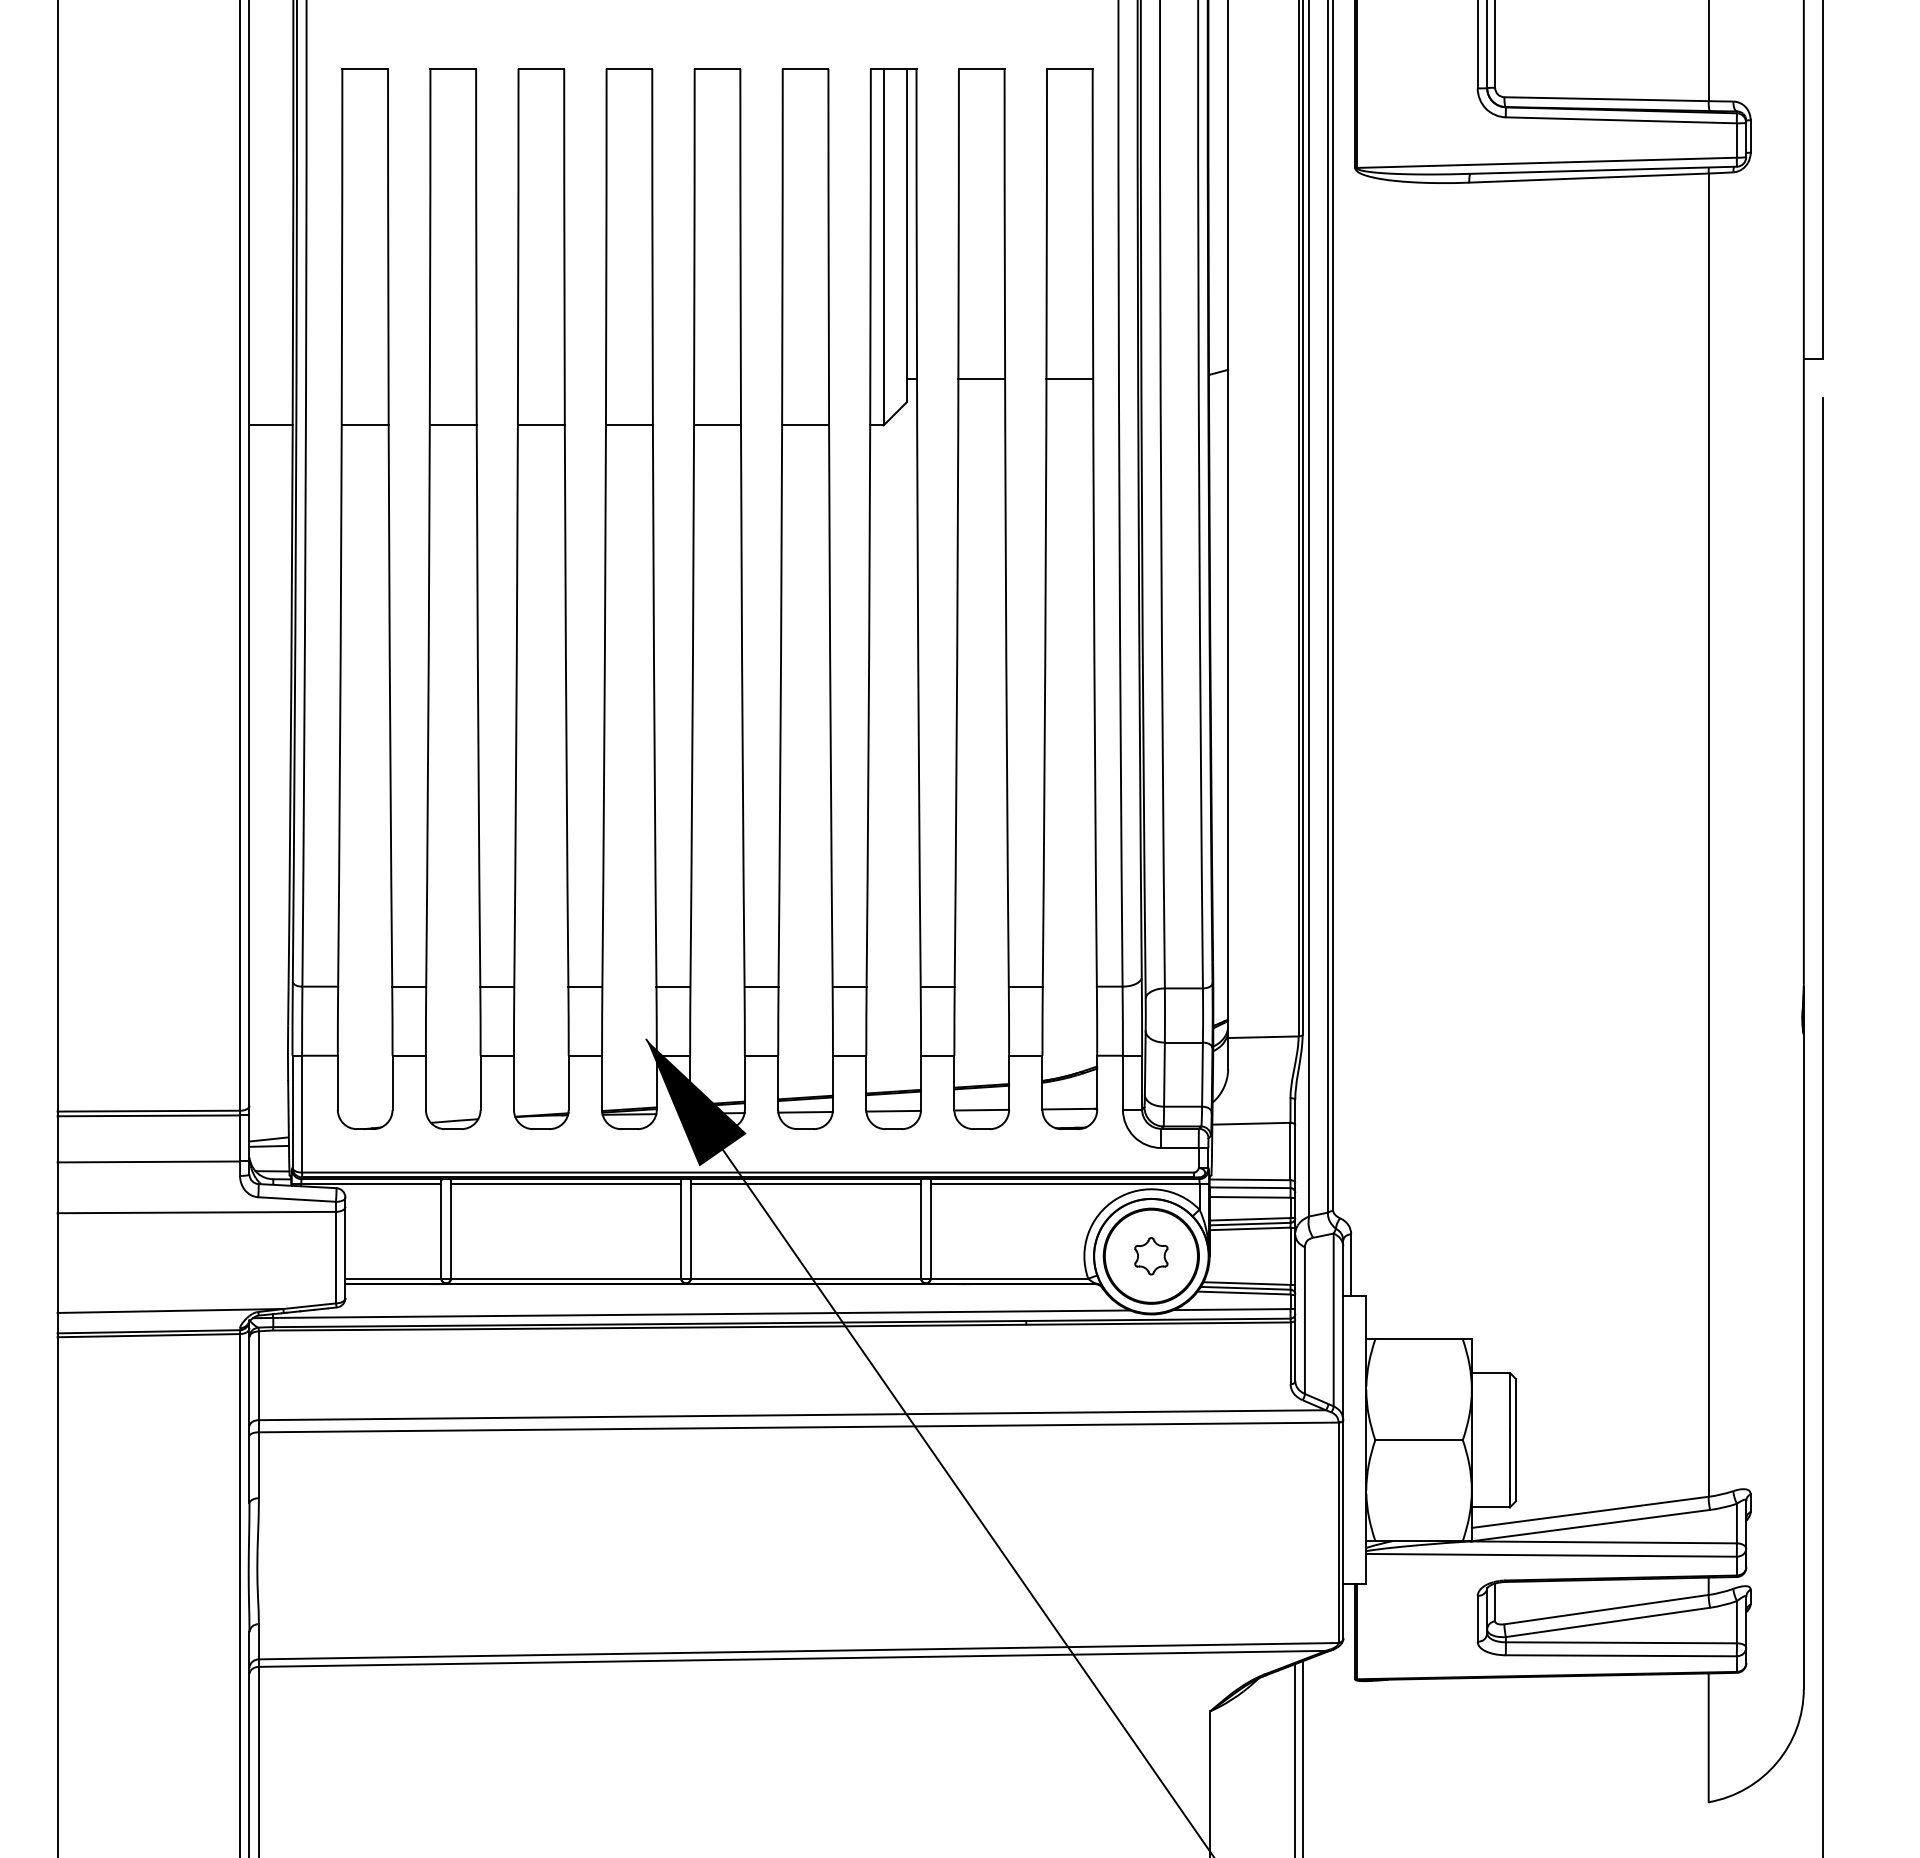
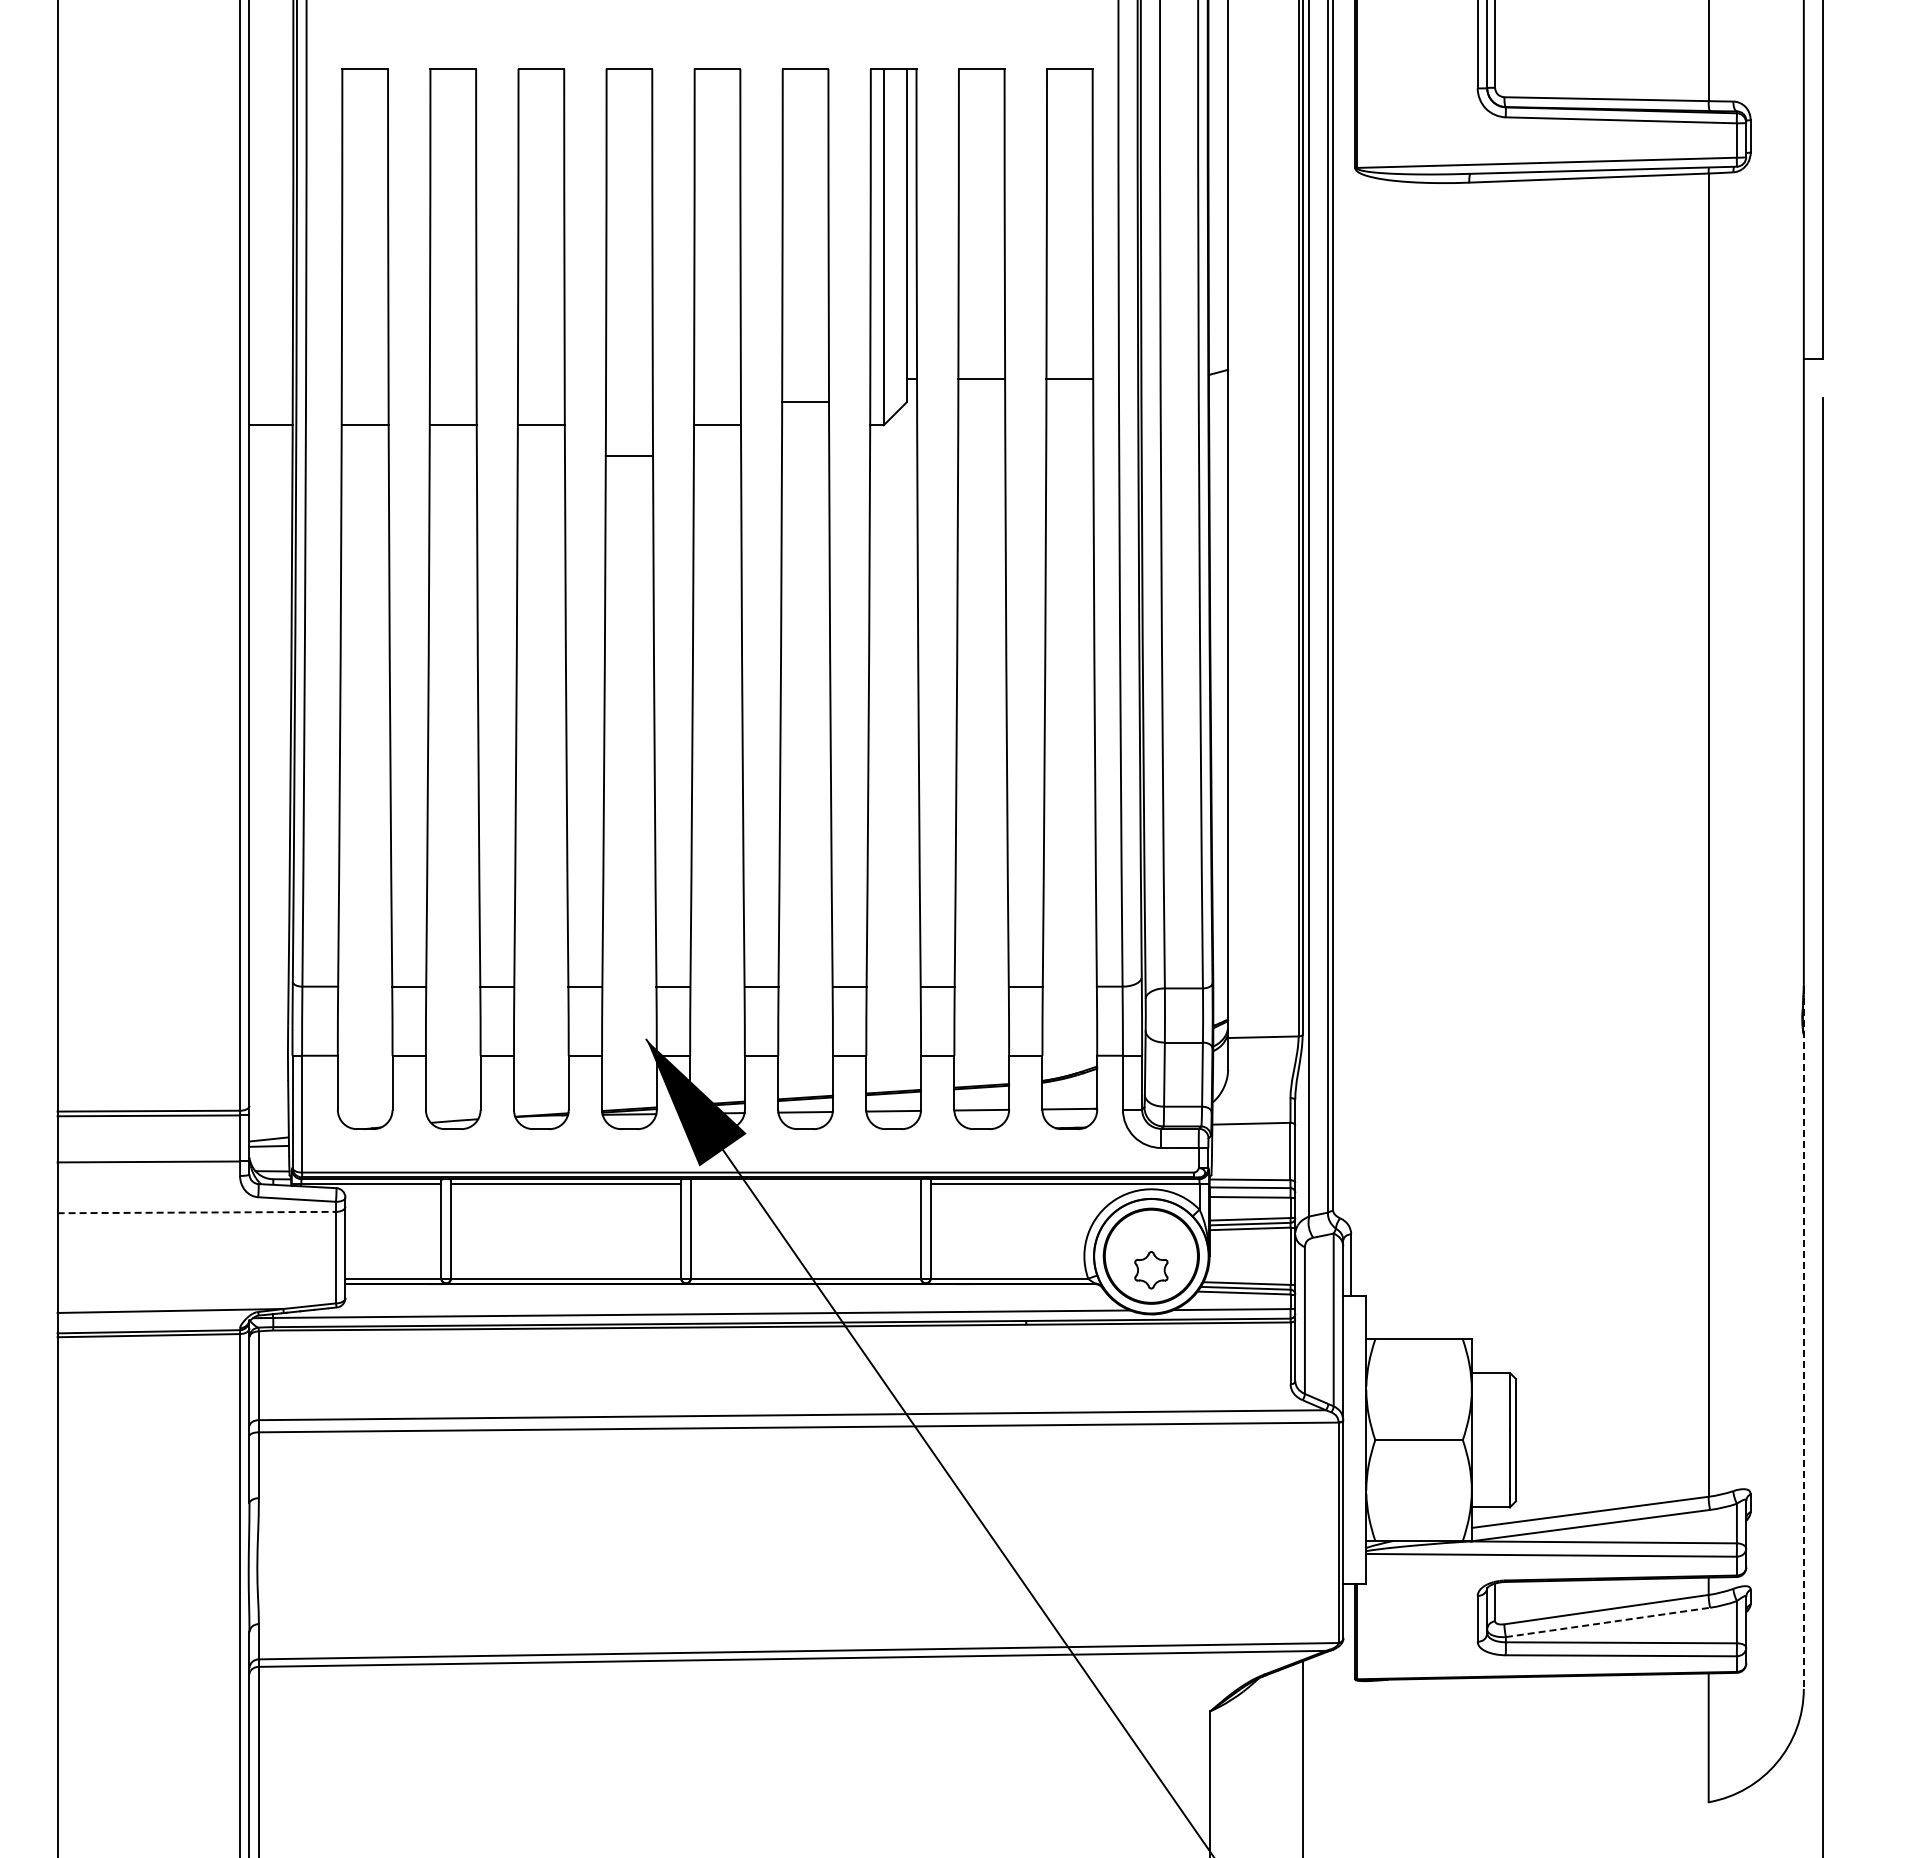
line at (628, 425) position: (628, 425) -> (628, 456)
line at (805, 425) position: (805, 425) -> (805, 402)
line at (805, 1183): present -> none
line at (197, 1212): solid -> dashed
part at (1151, 1256) position: (1151, 1256) -> (1151, 1270)
line at (1803, 1338): solid -> dashed
line at (1608, 1622): solid -> dashed
line at (1295, 1759): present -> none
